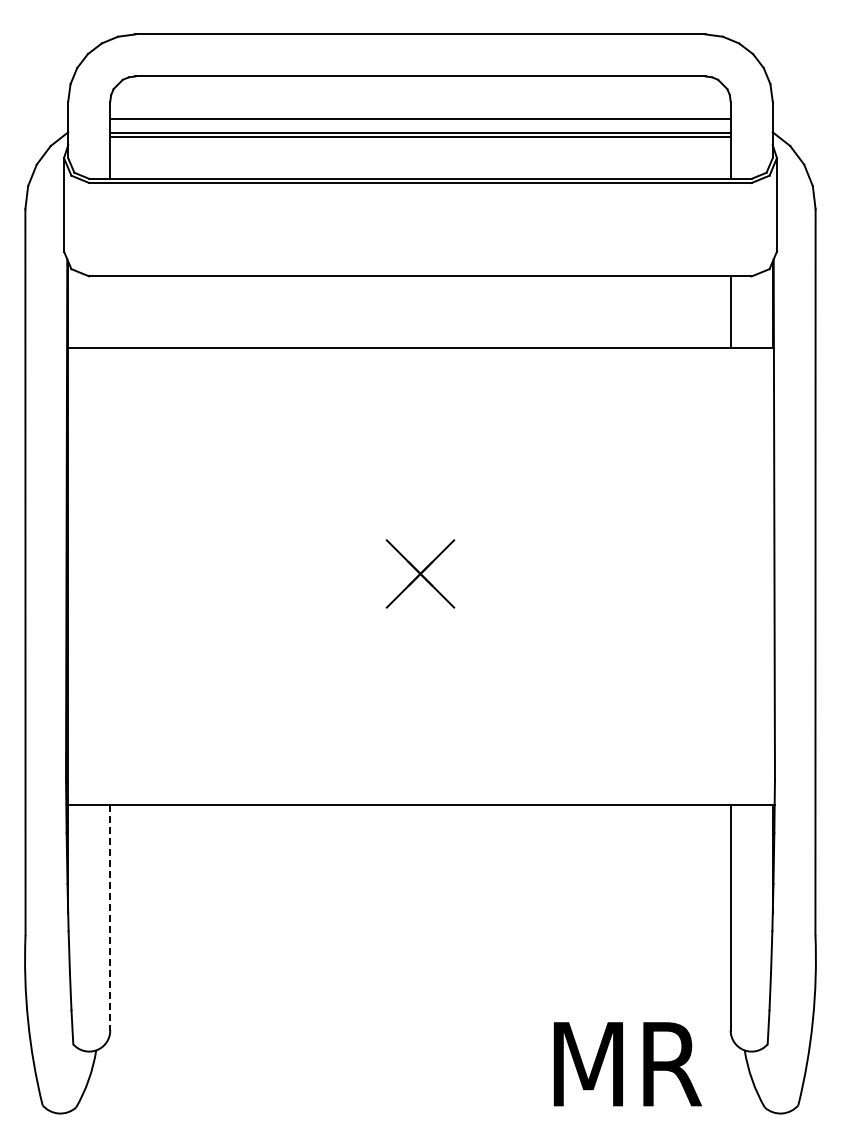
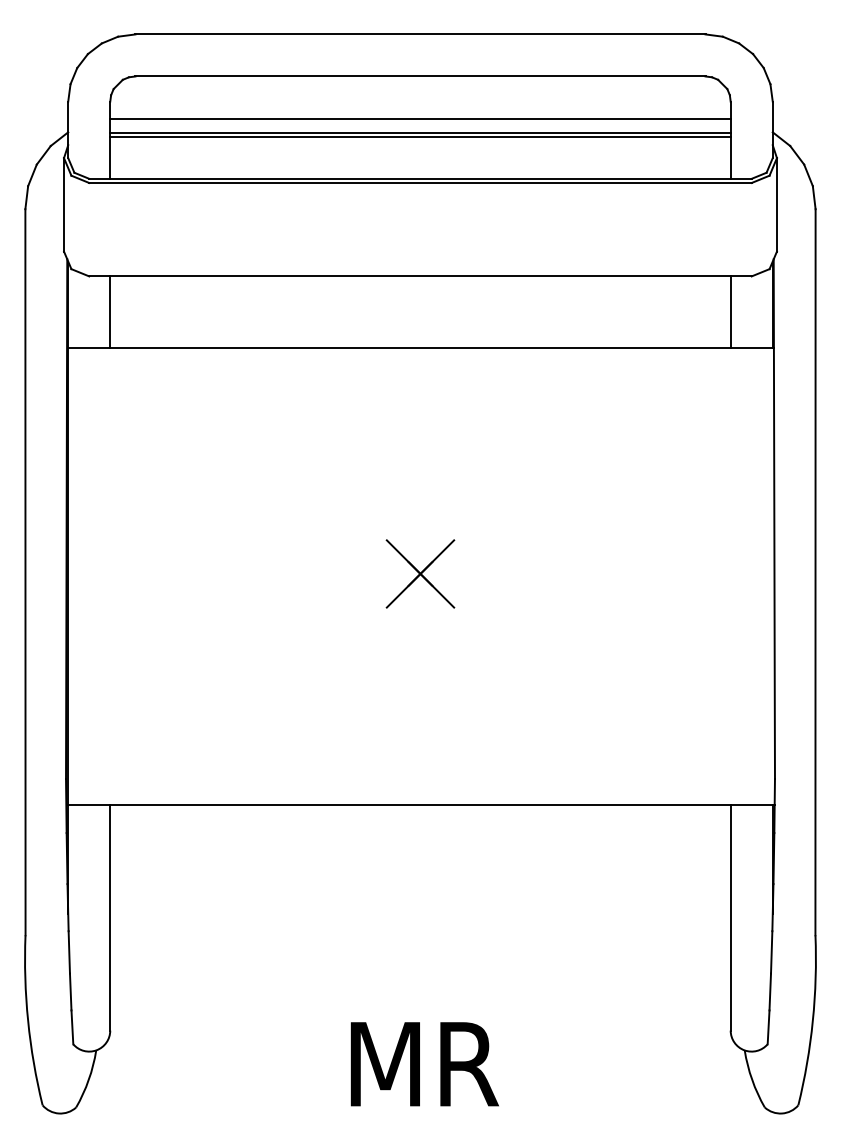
line at (110, 311): none -> present
line at (110, 917): dashed -> solid
text at (627, 1064) position: (627, 1064) -> (424, 1064)
